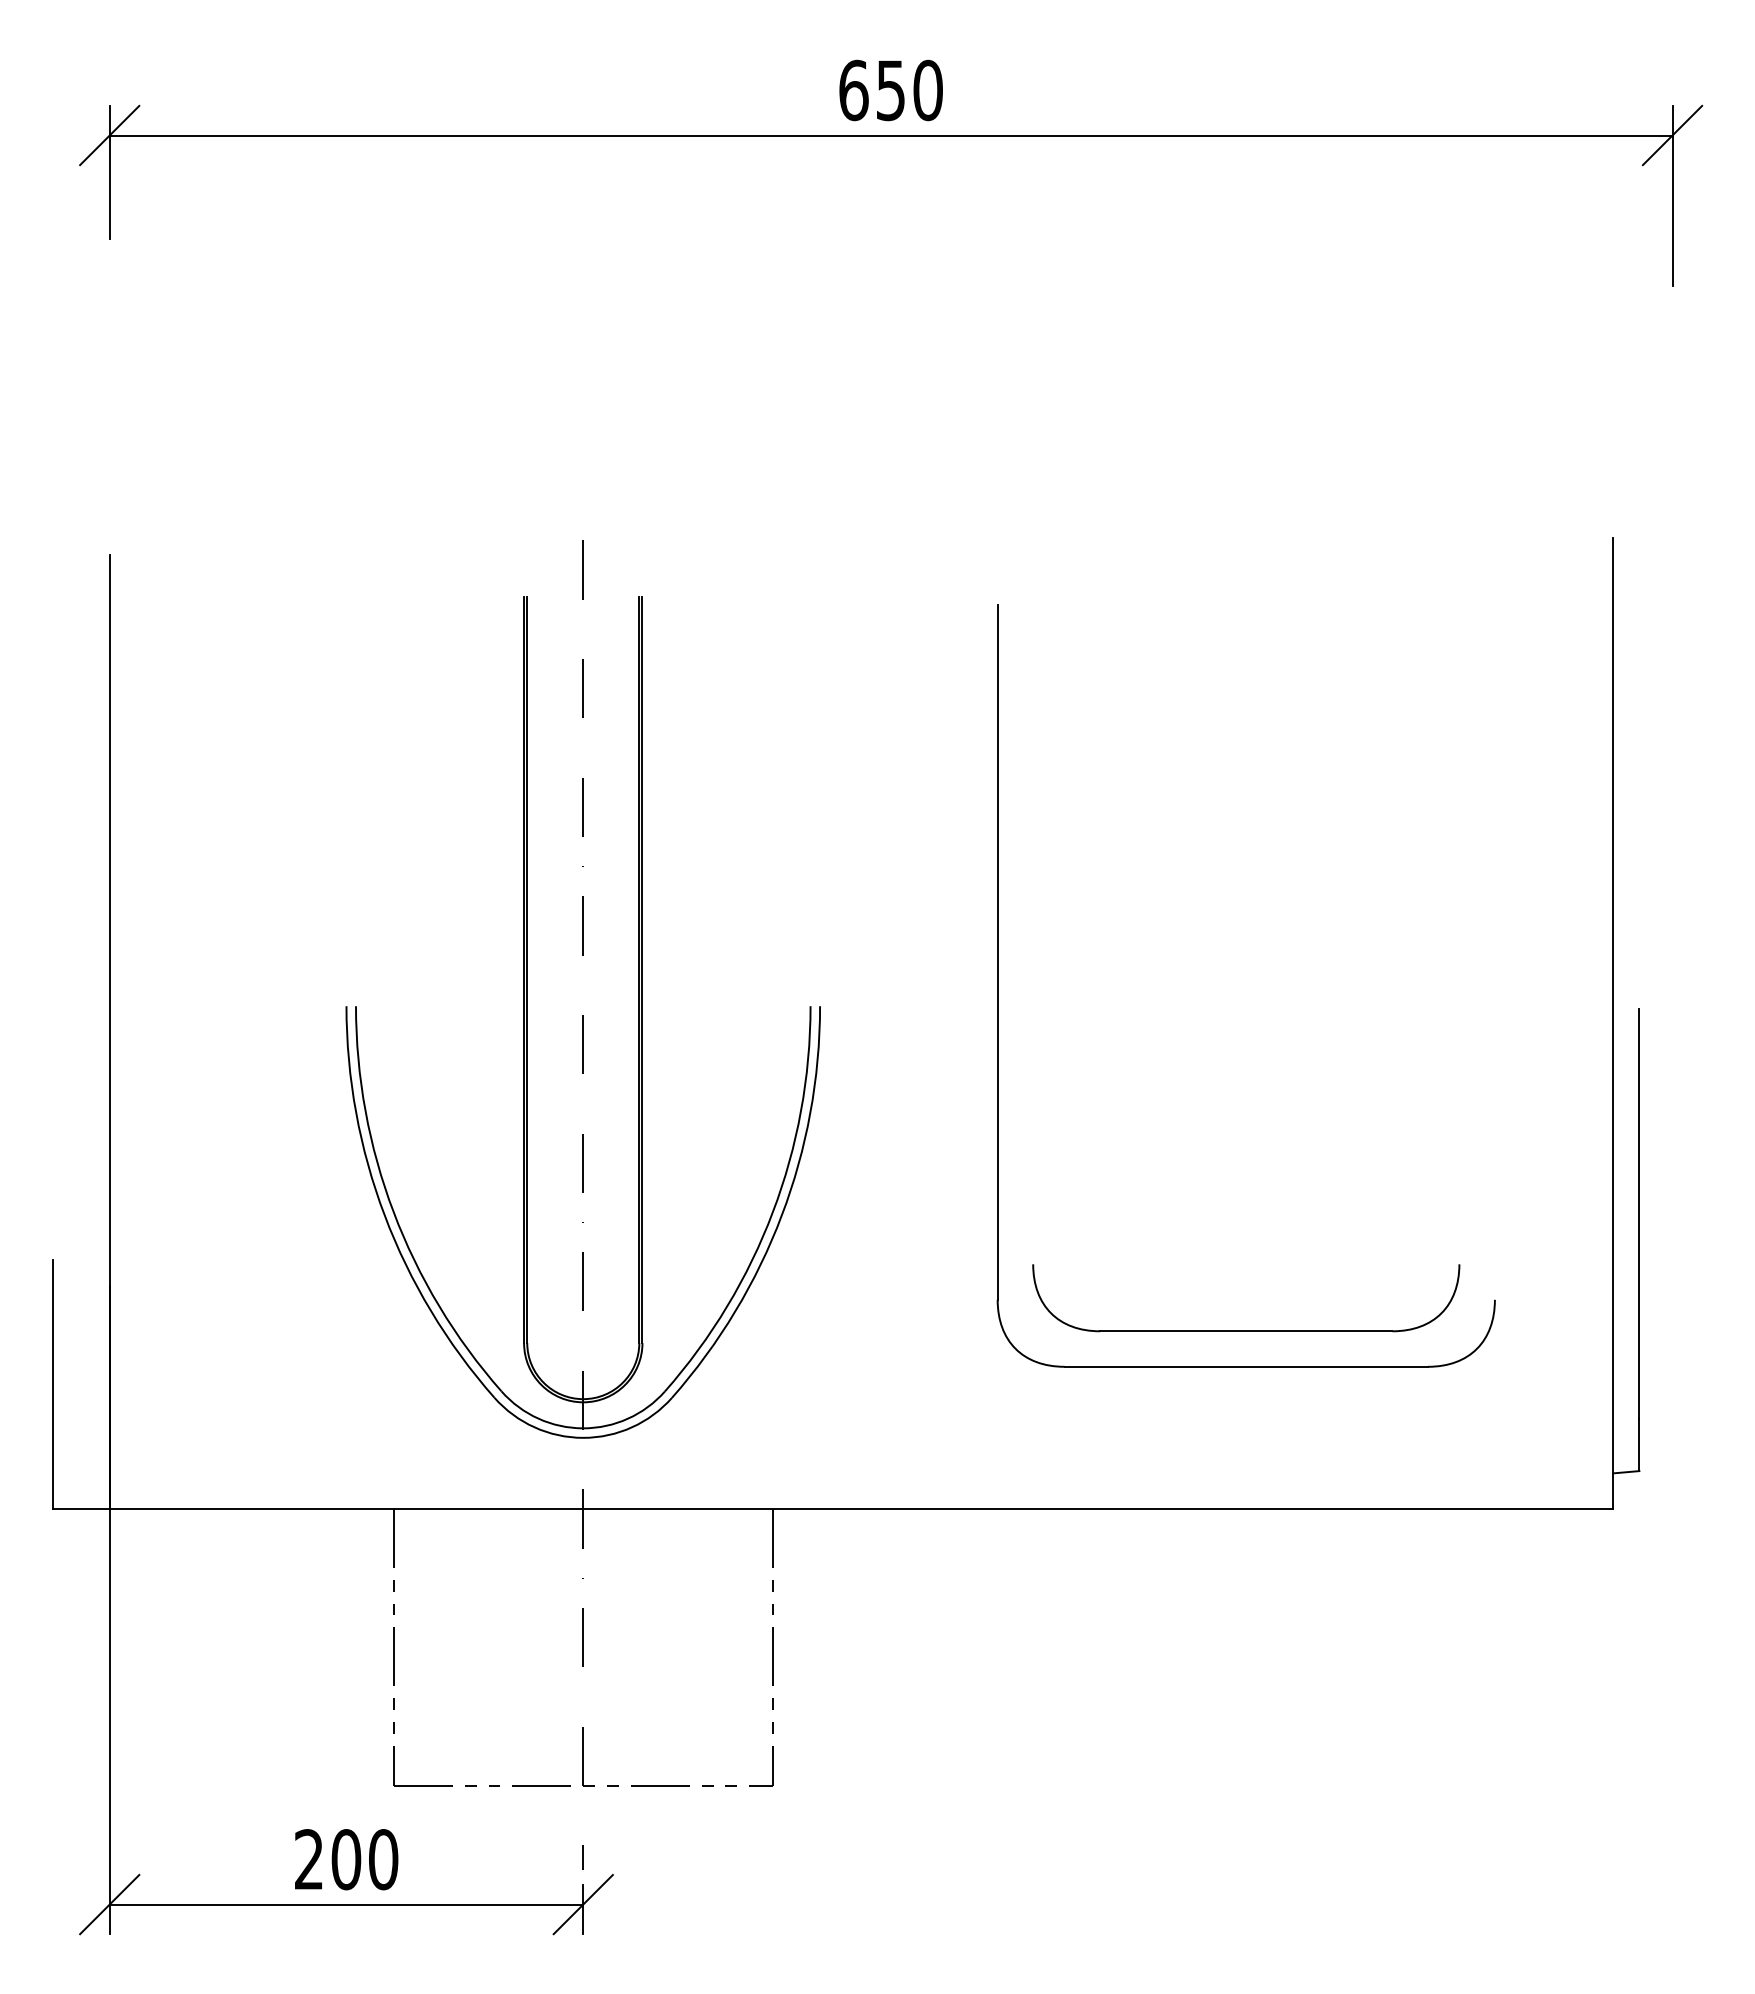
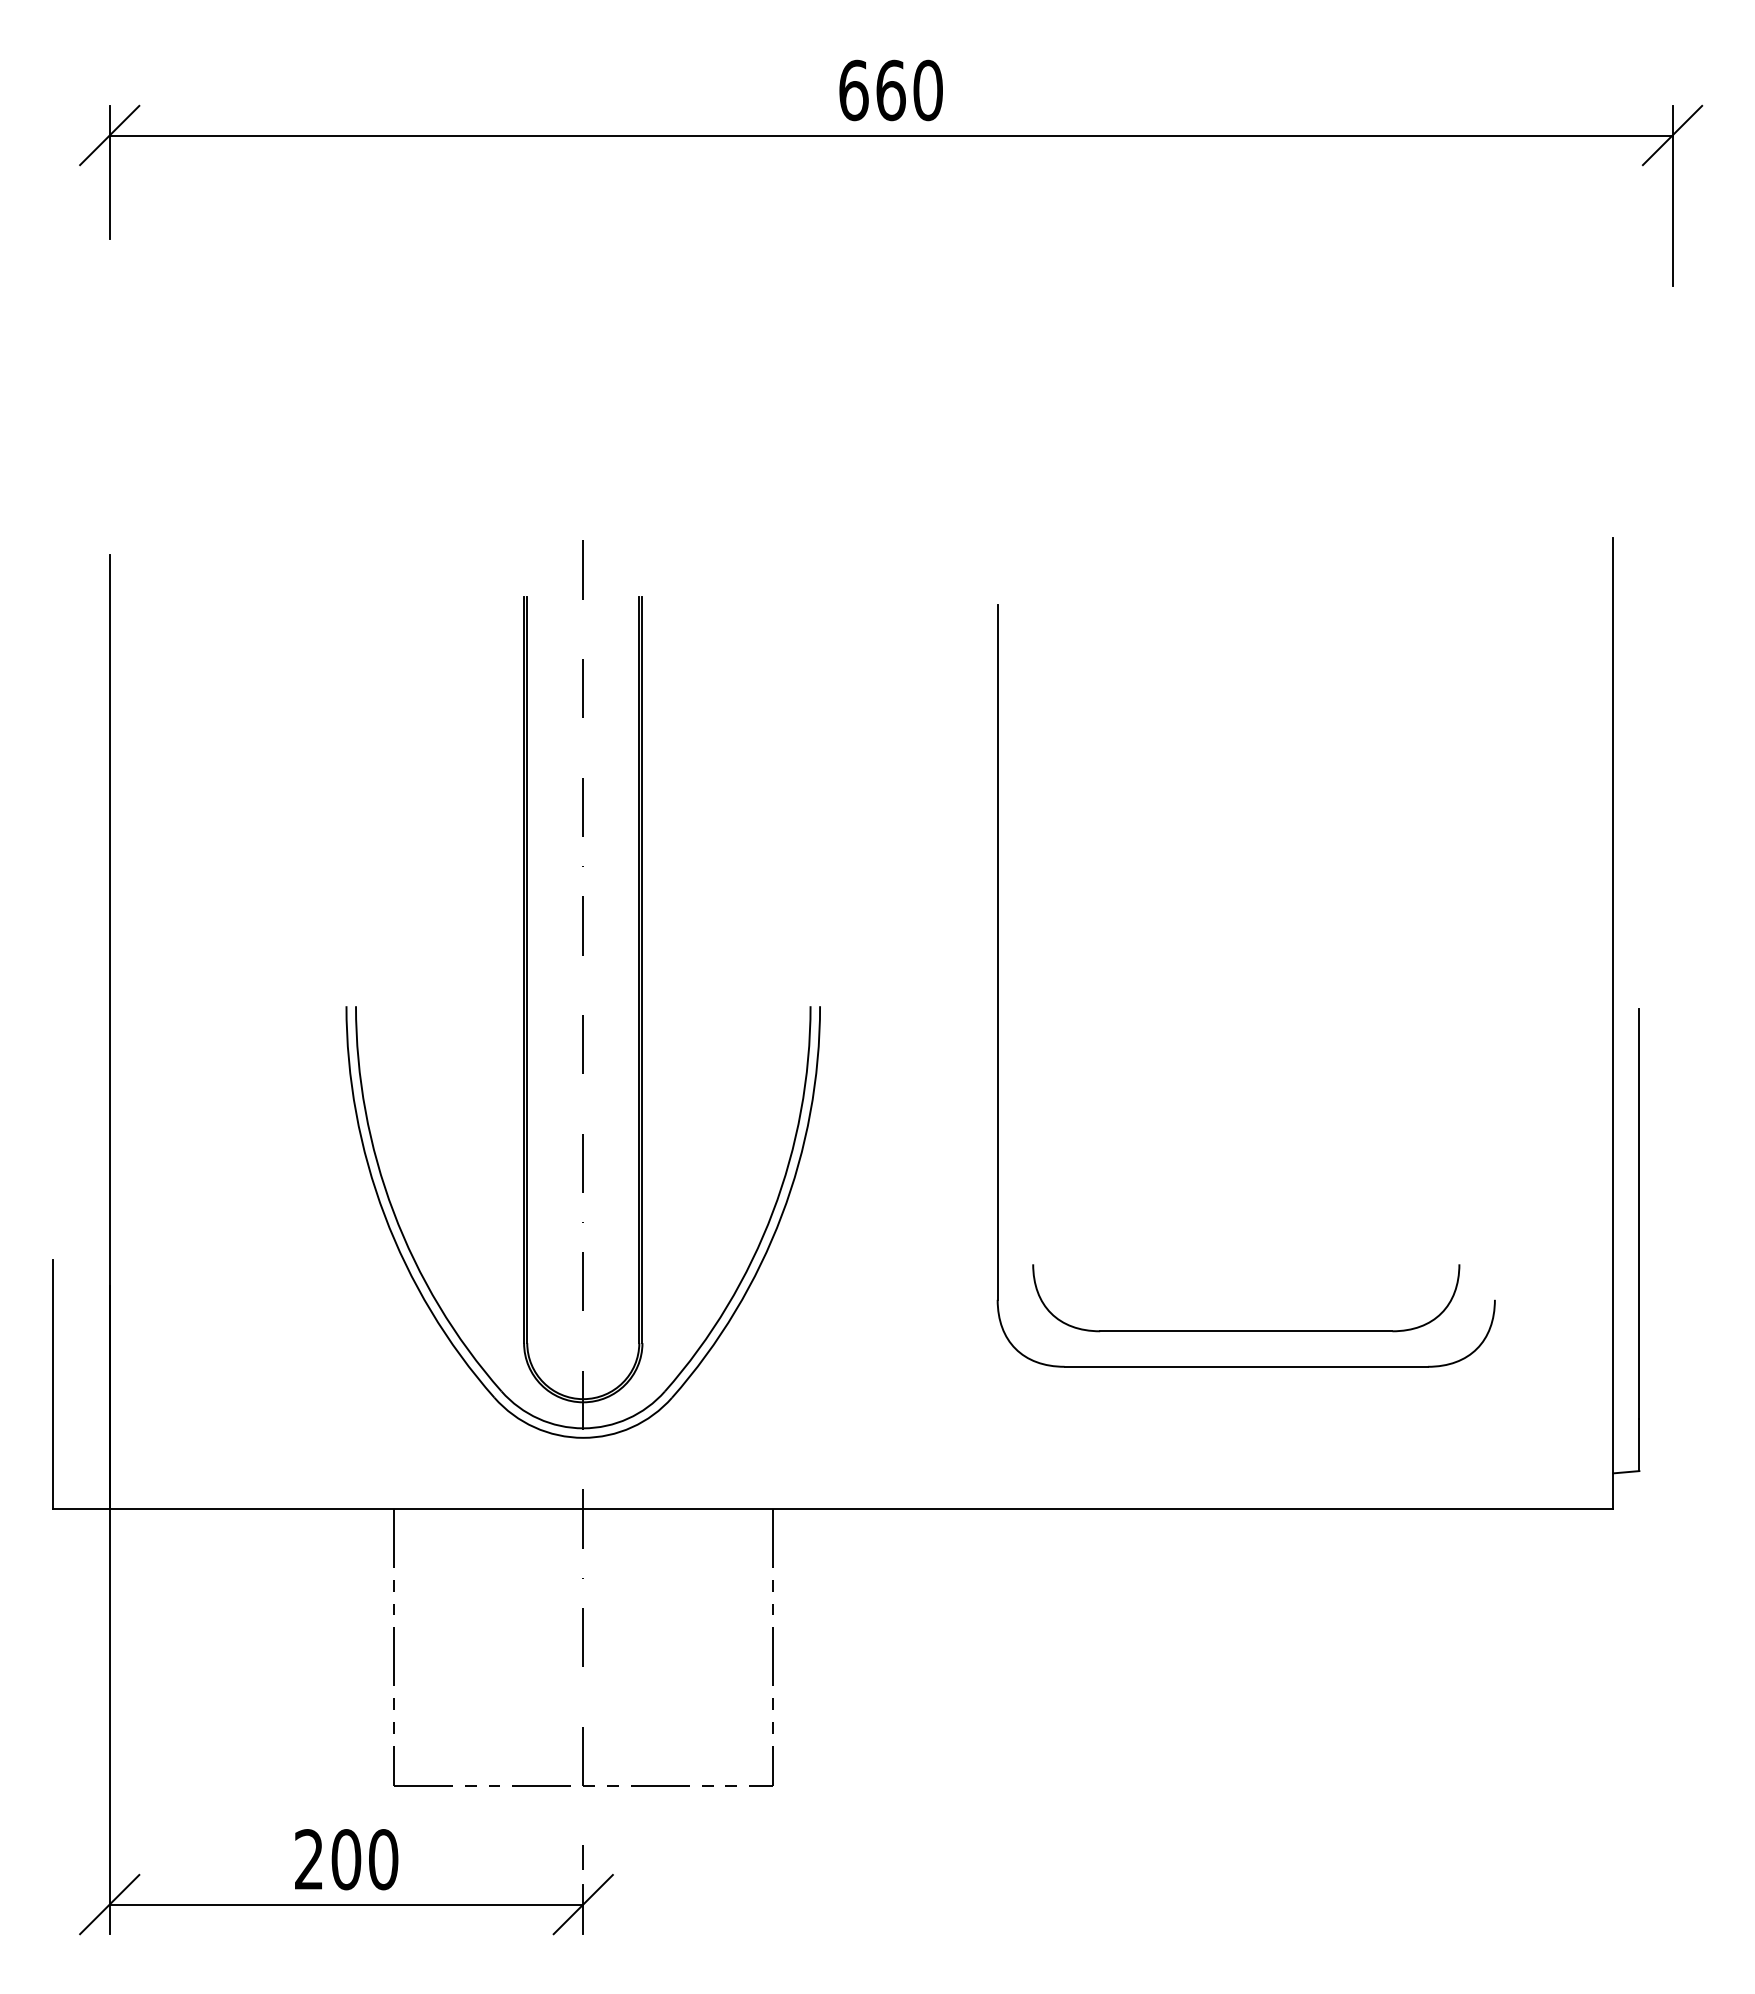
text at (890, 90): 650 -> 660
